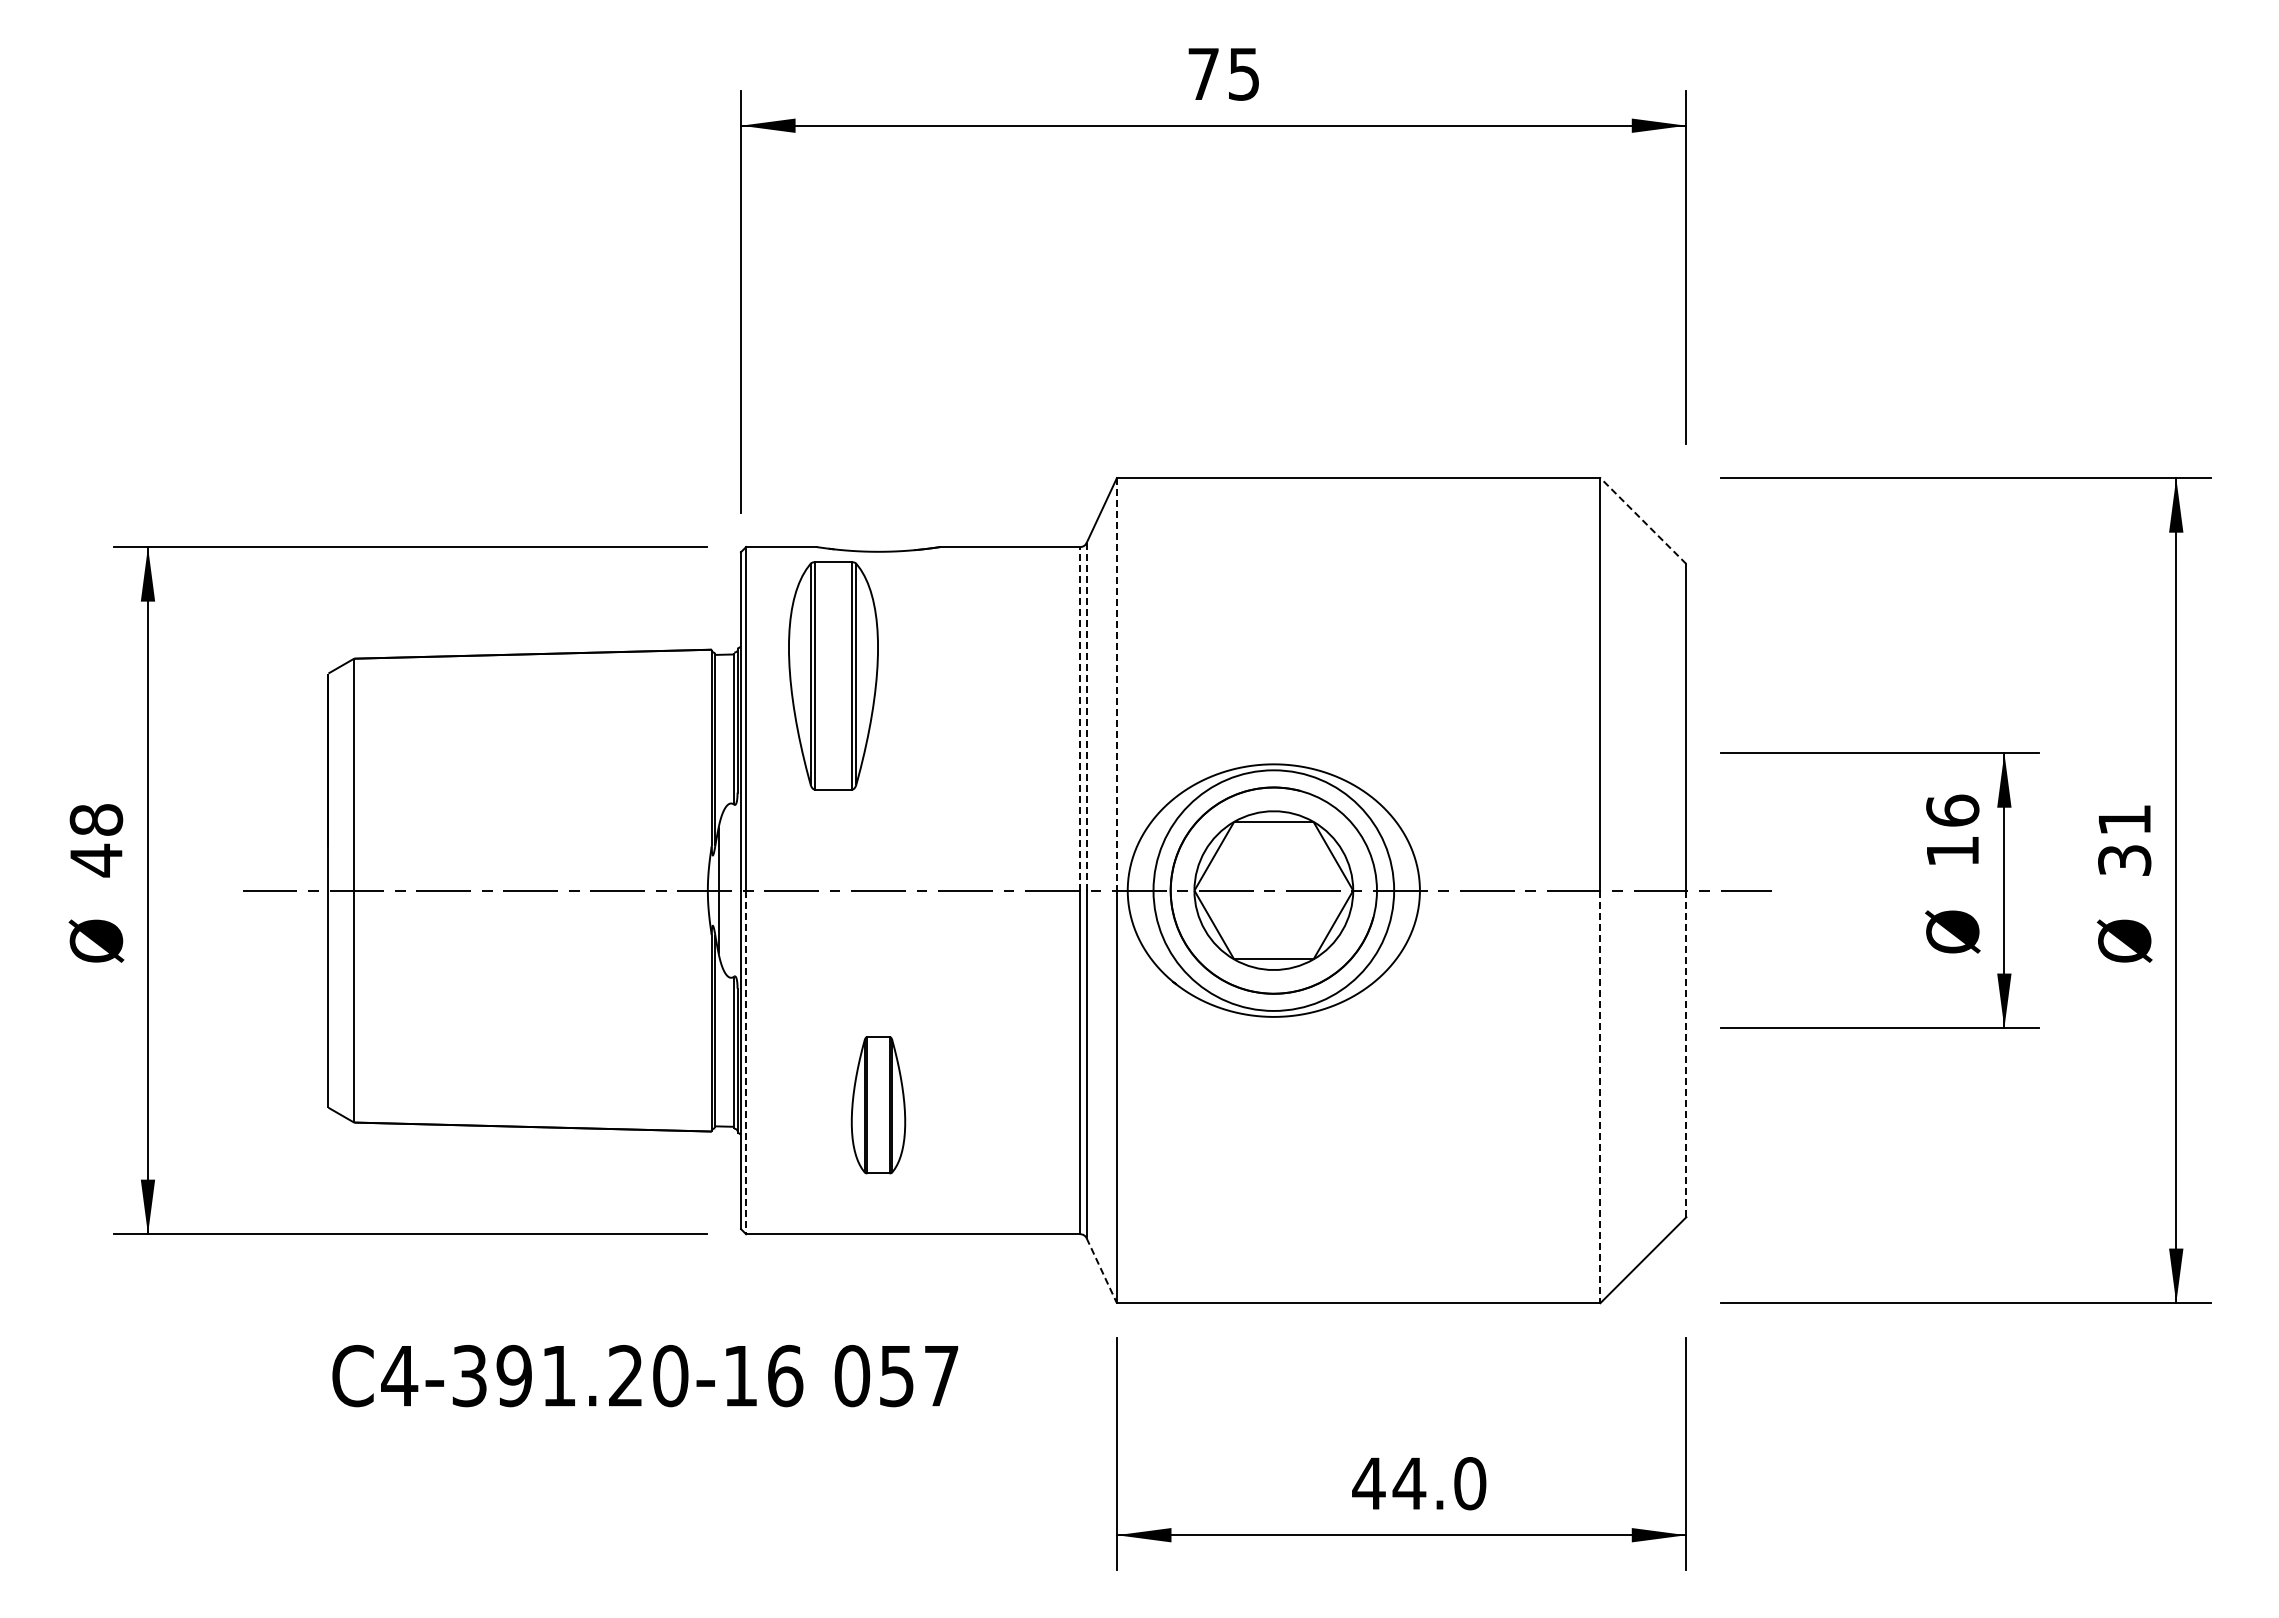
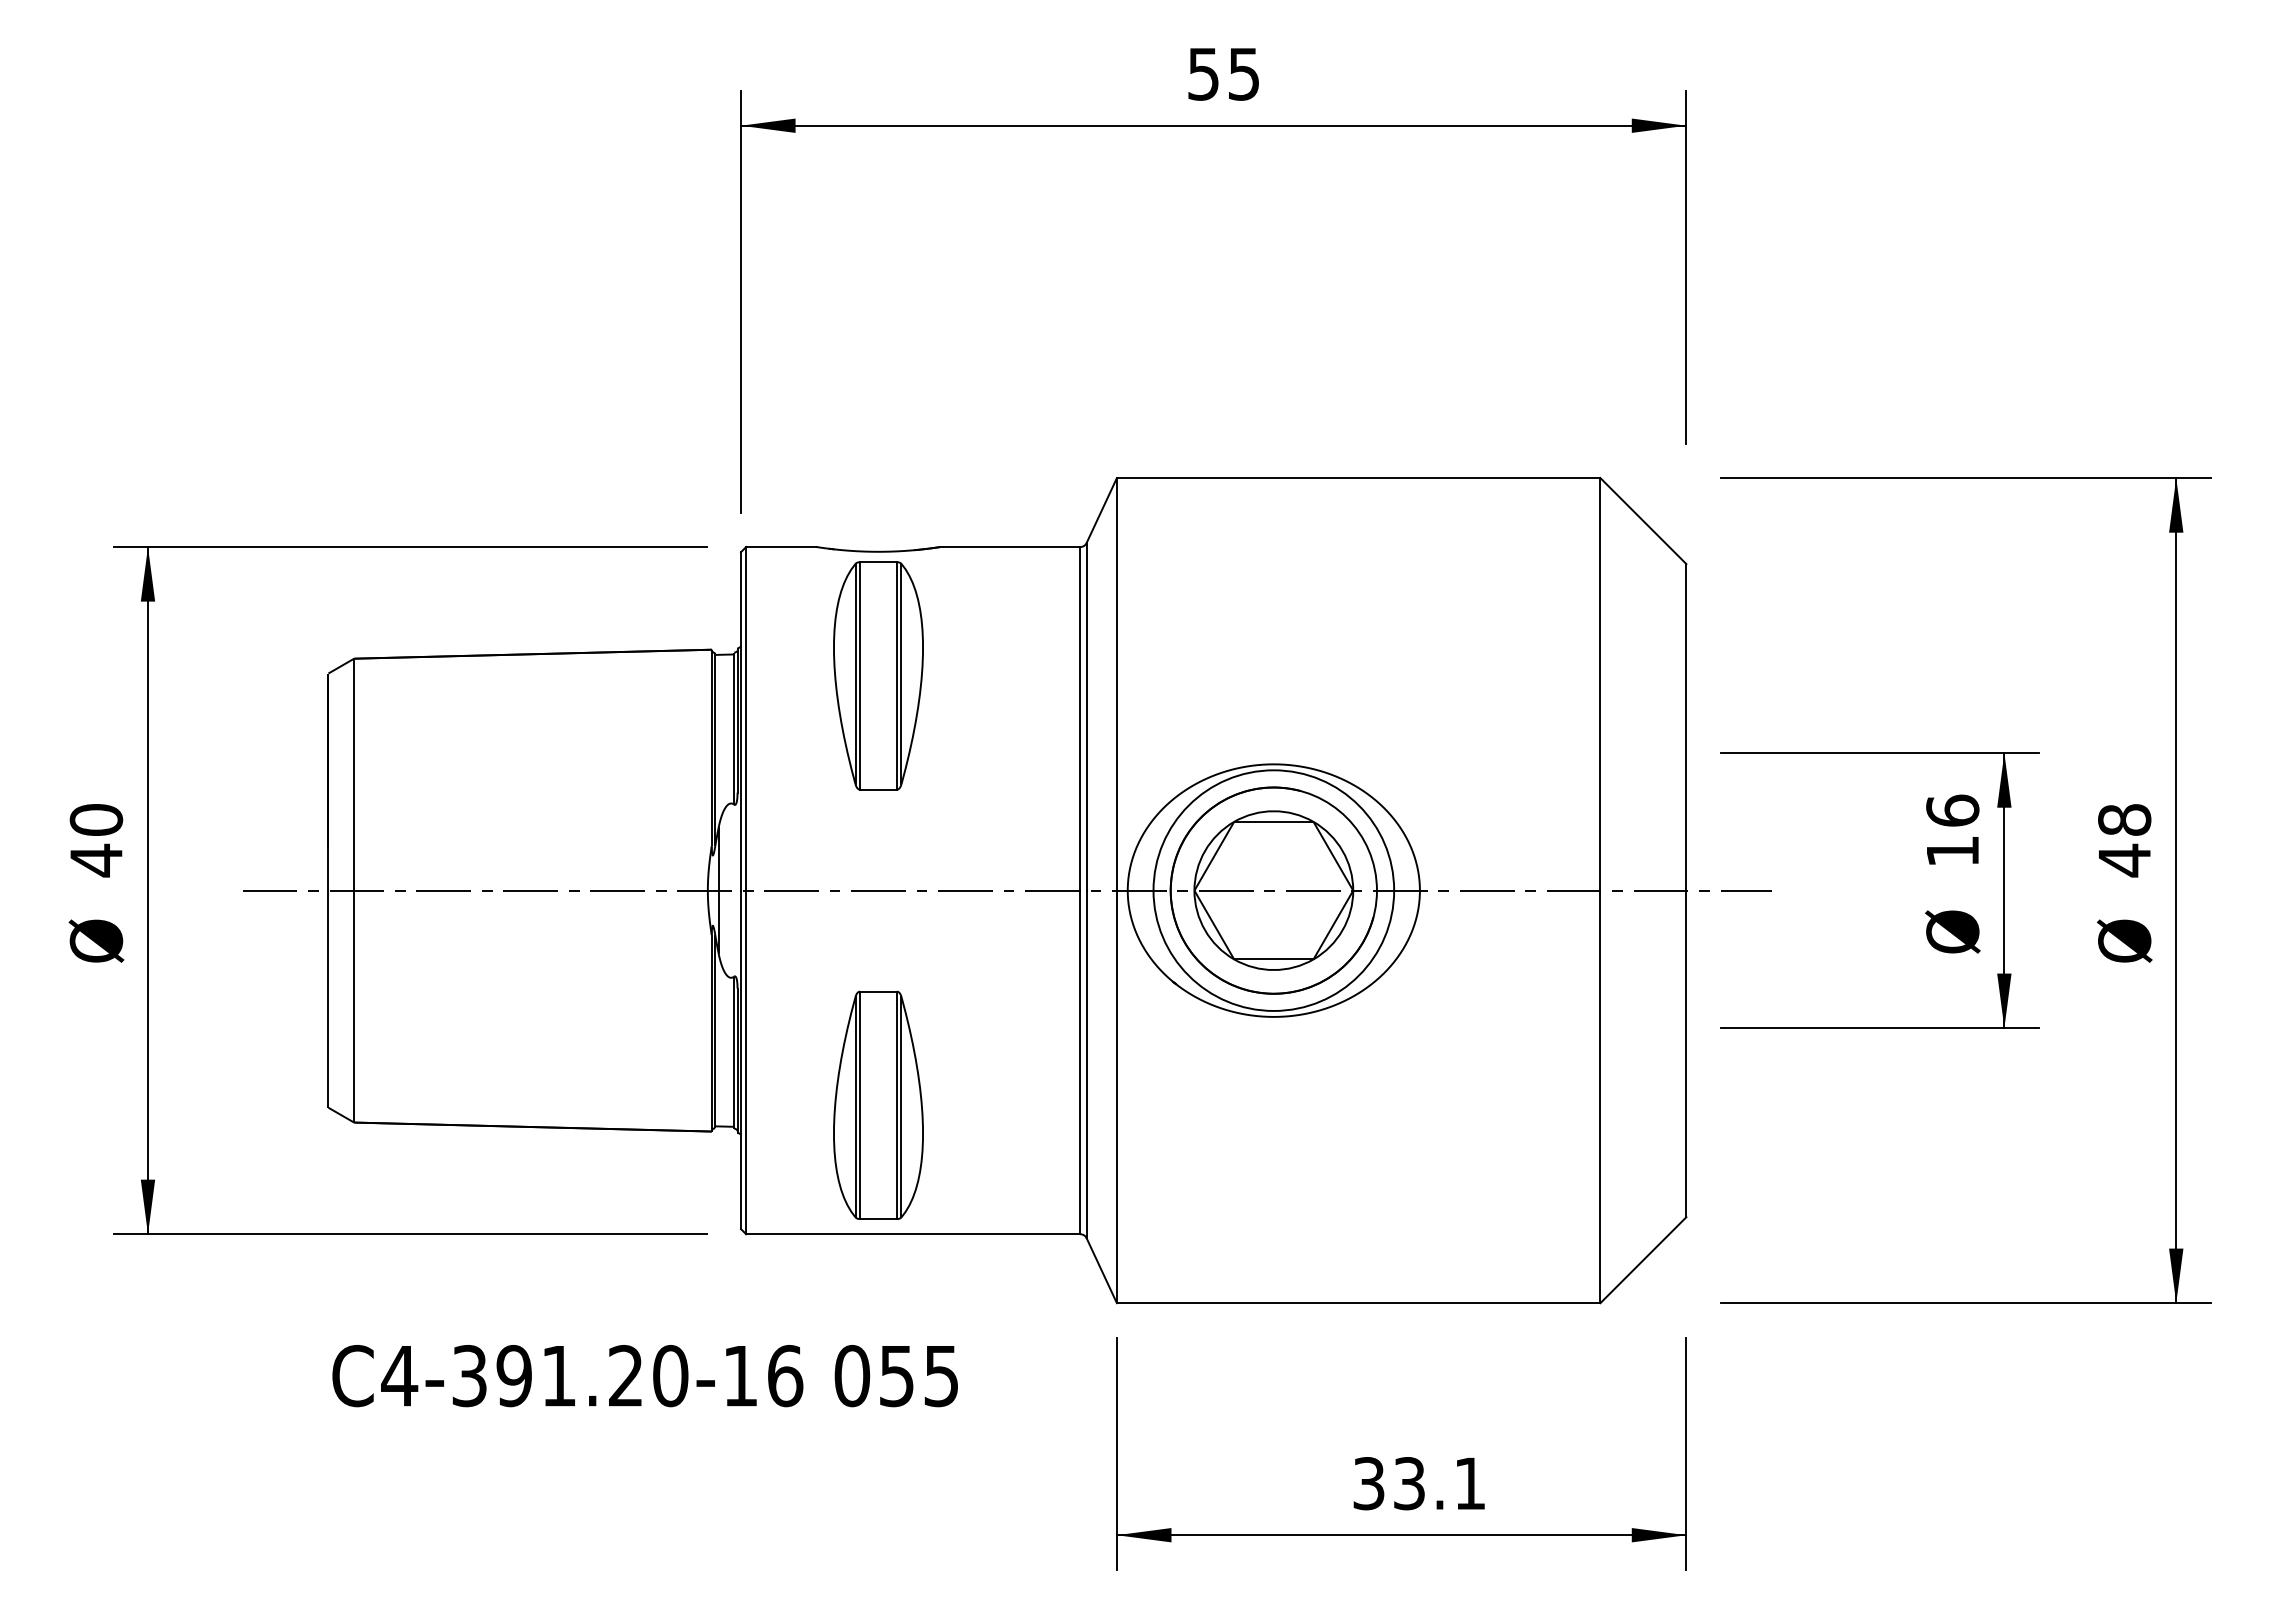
text at (1203, 74): 75 -> 55
line at (1643, 521): dashed -> solid
part at (833, 675) position: (833, 675) -> (878, 675)
line at (1116, 684): dashed -> solid
line at (1086, 716): dashed -> solid
line at (1080, 718): dashed -> solid
text at (96, 819): 48 -> 40
text at (2124, 840): 31 -> 48
line at (1686, 1054): dashed -> solid
line at (746, 1062): dashed -> solid
line at (1600, 1097): dashed -> solid
part at (878, 1105) size: 57x139 px -> 91x230 px
line at (1101, 1270): dashed -> solid
text at (941, 1376): 057 -> 055
text at (1419, 1483): 44.0 -> 33.1
